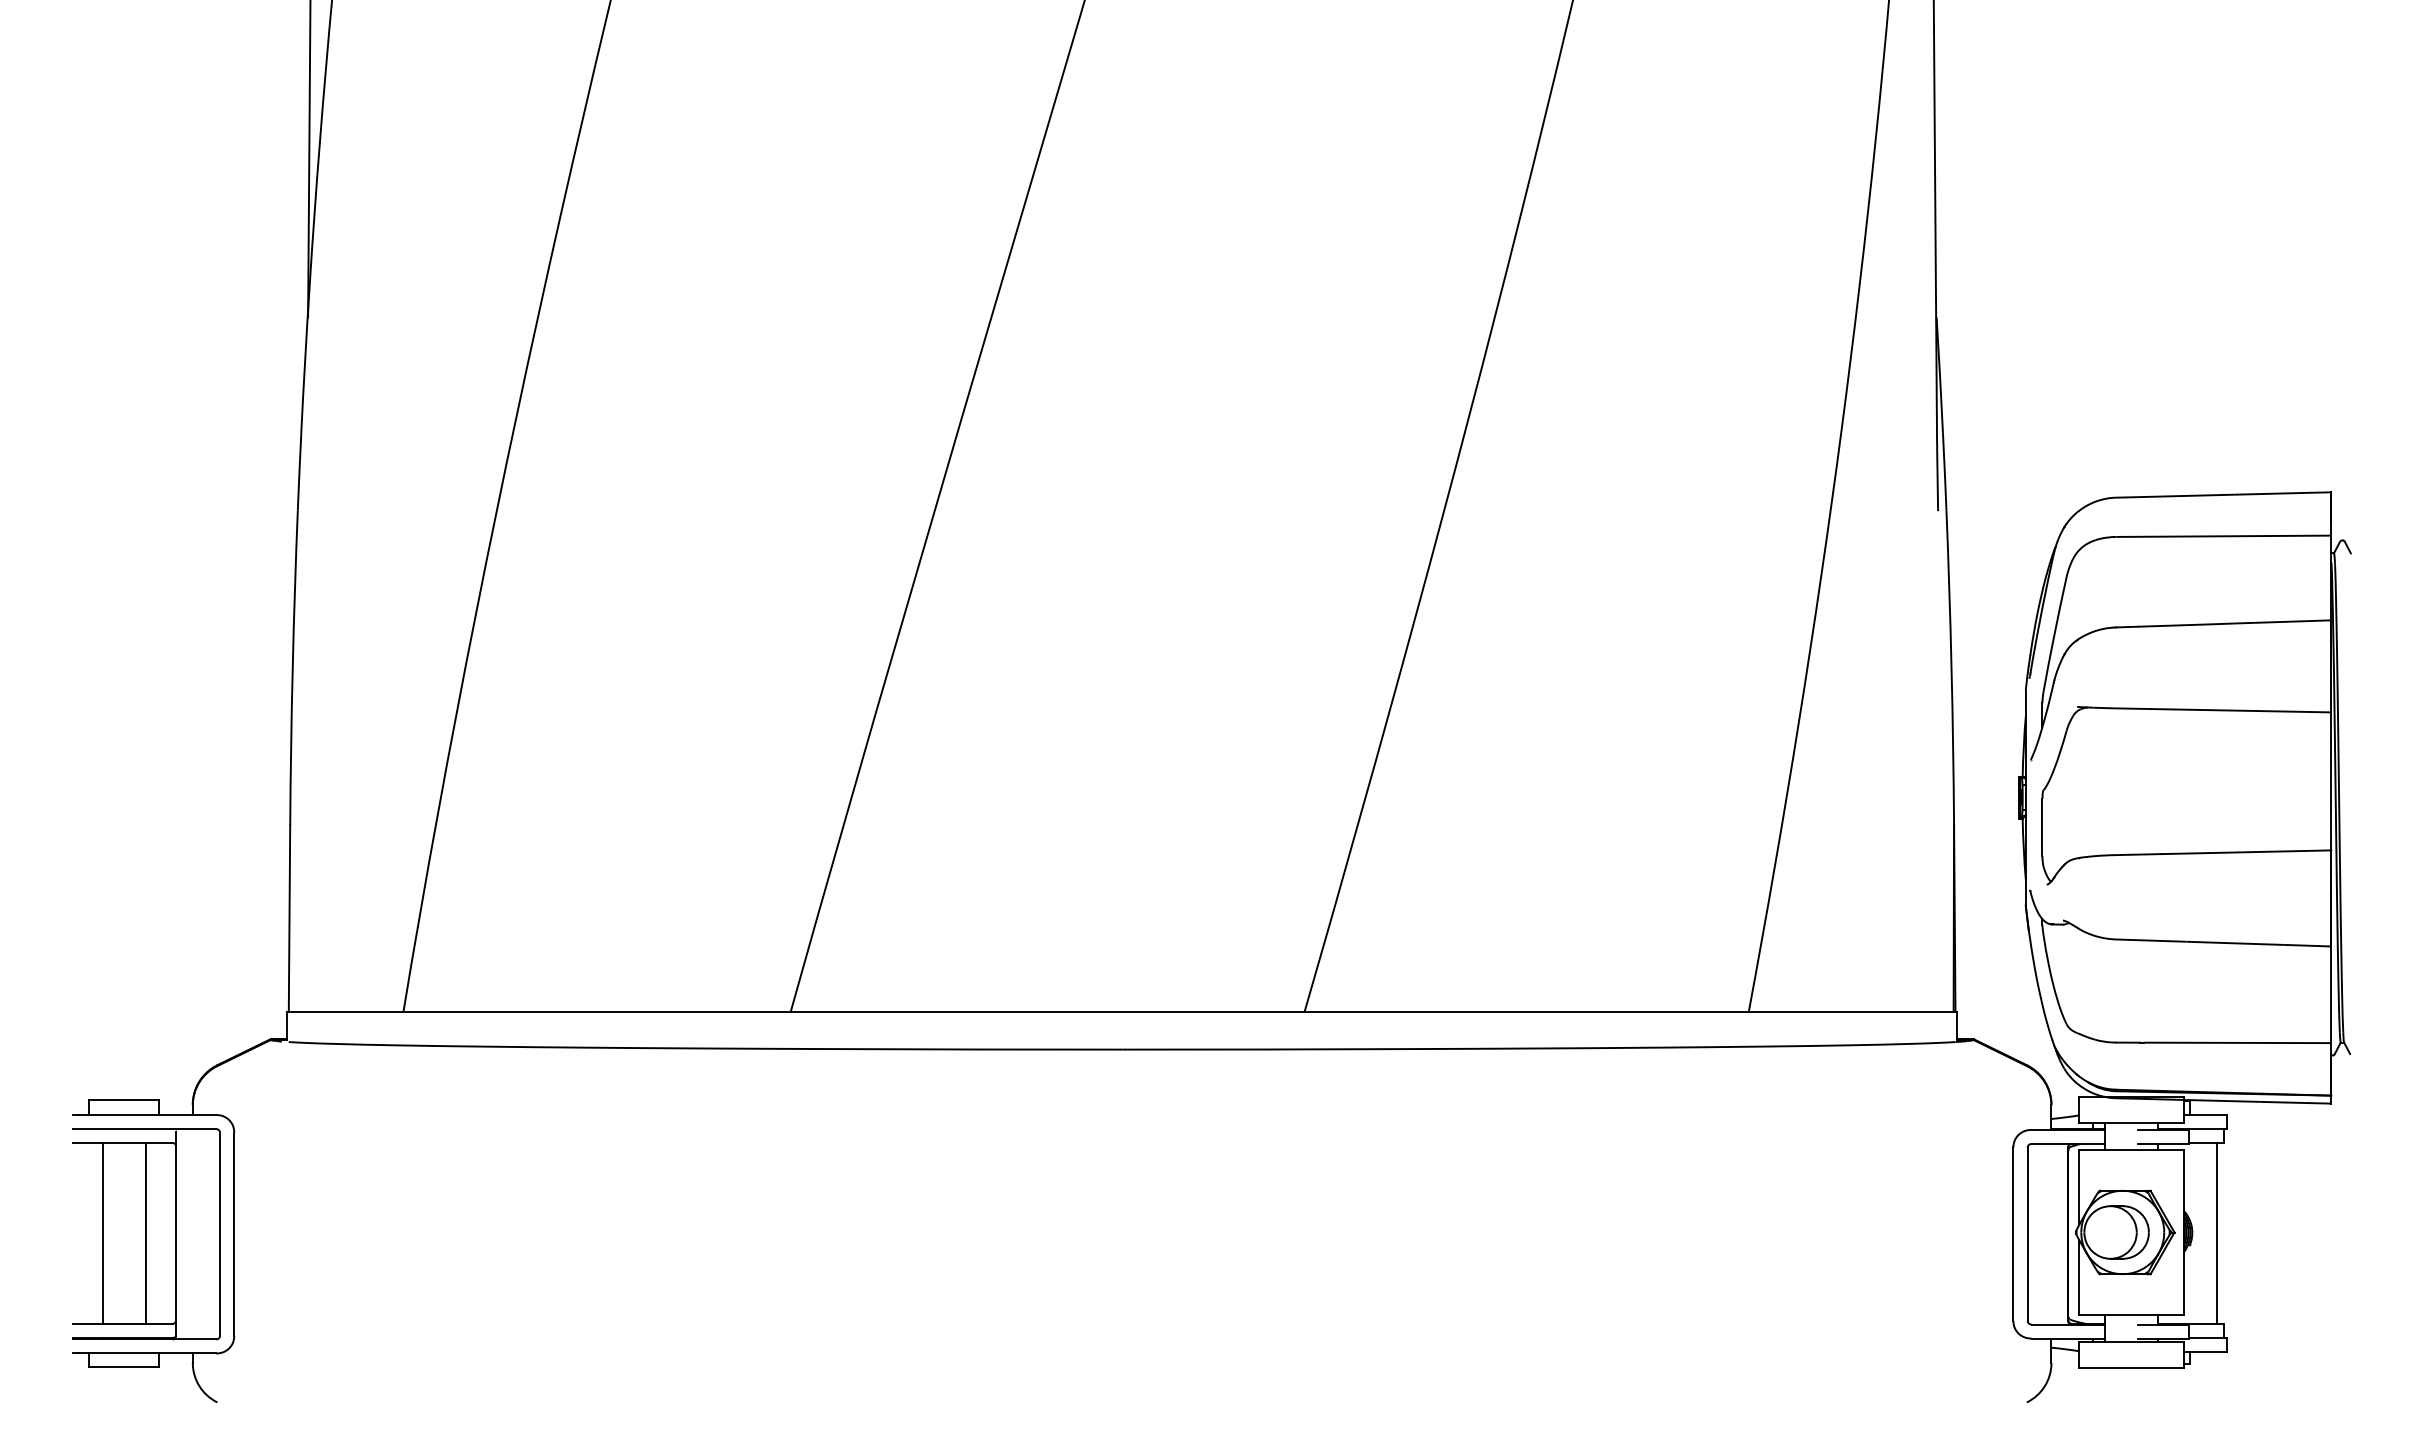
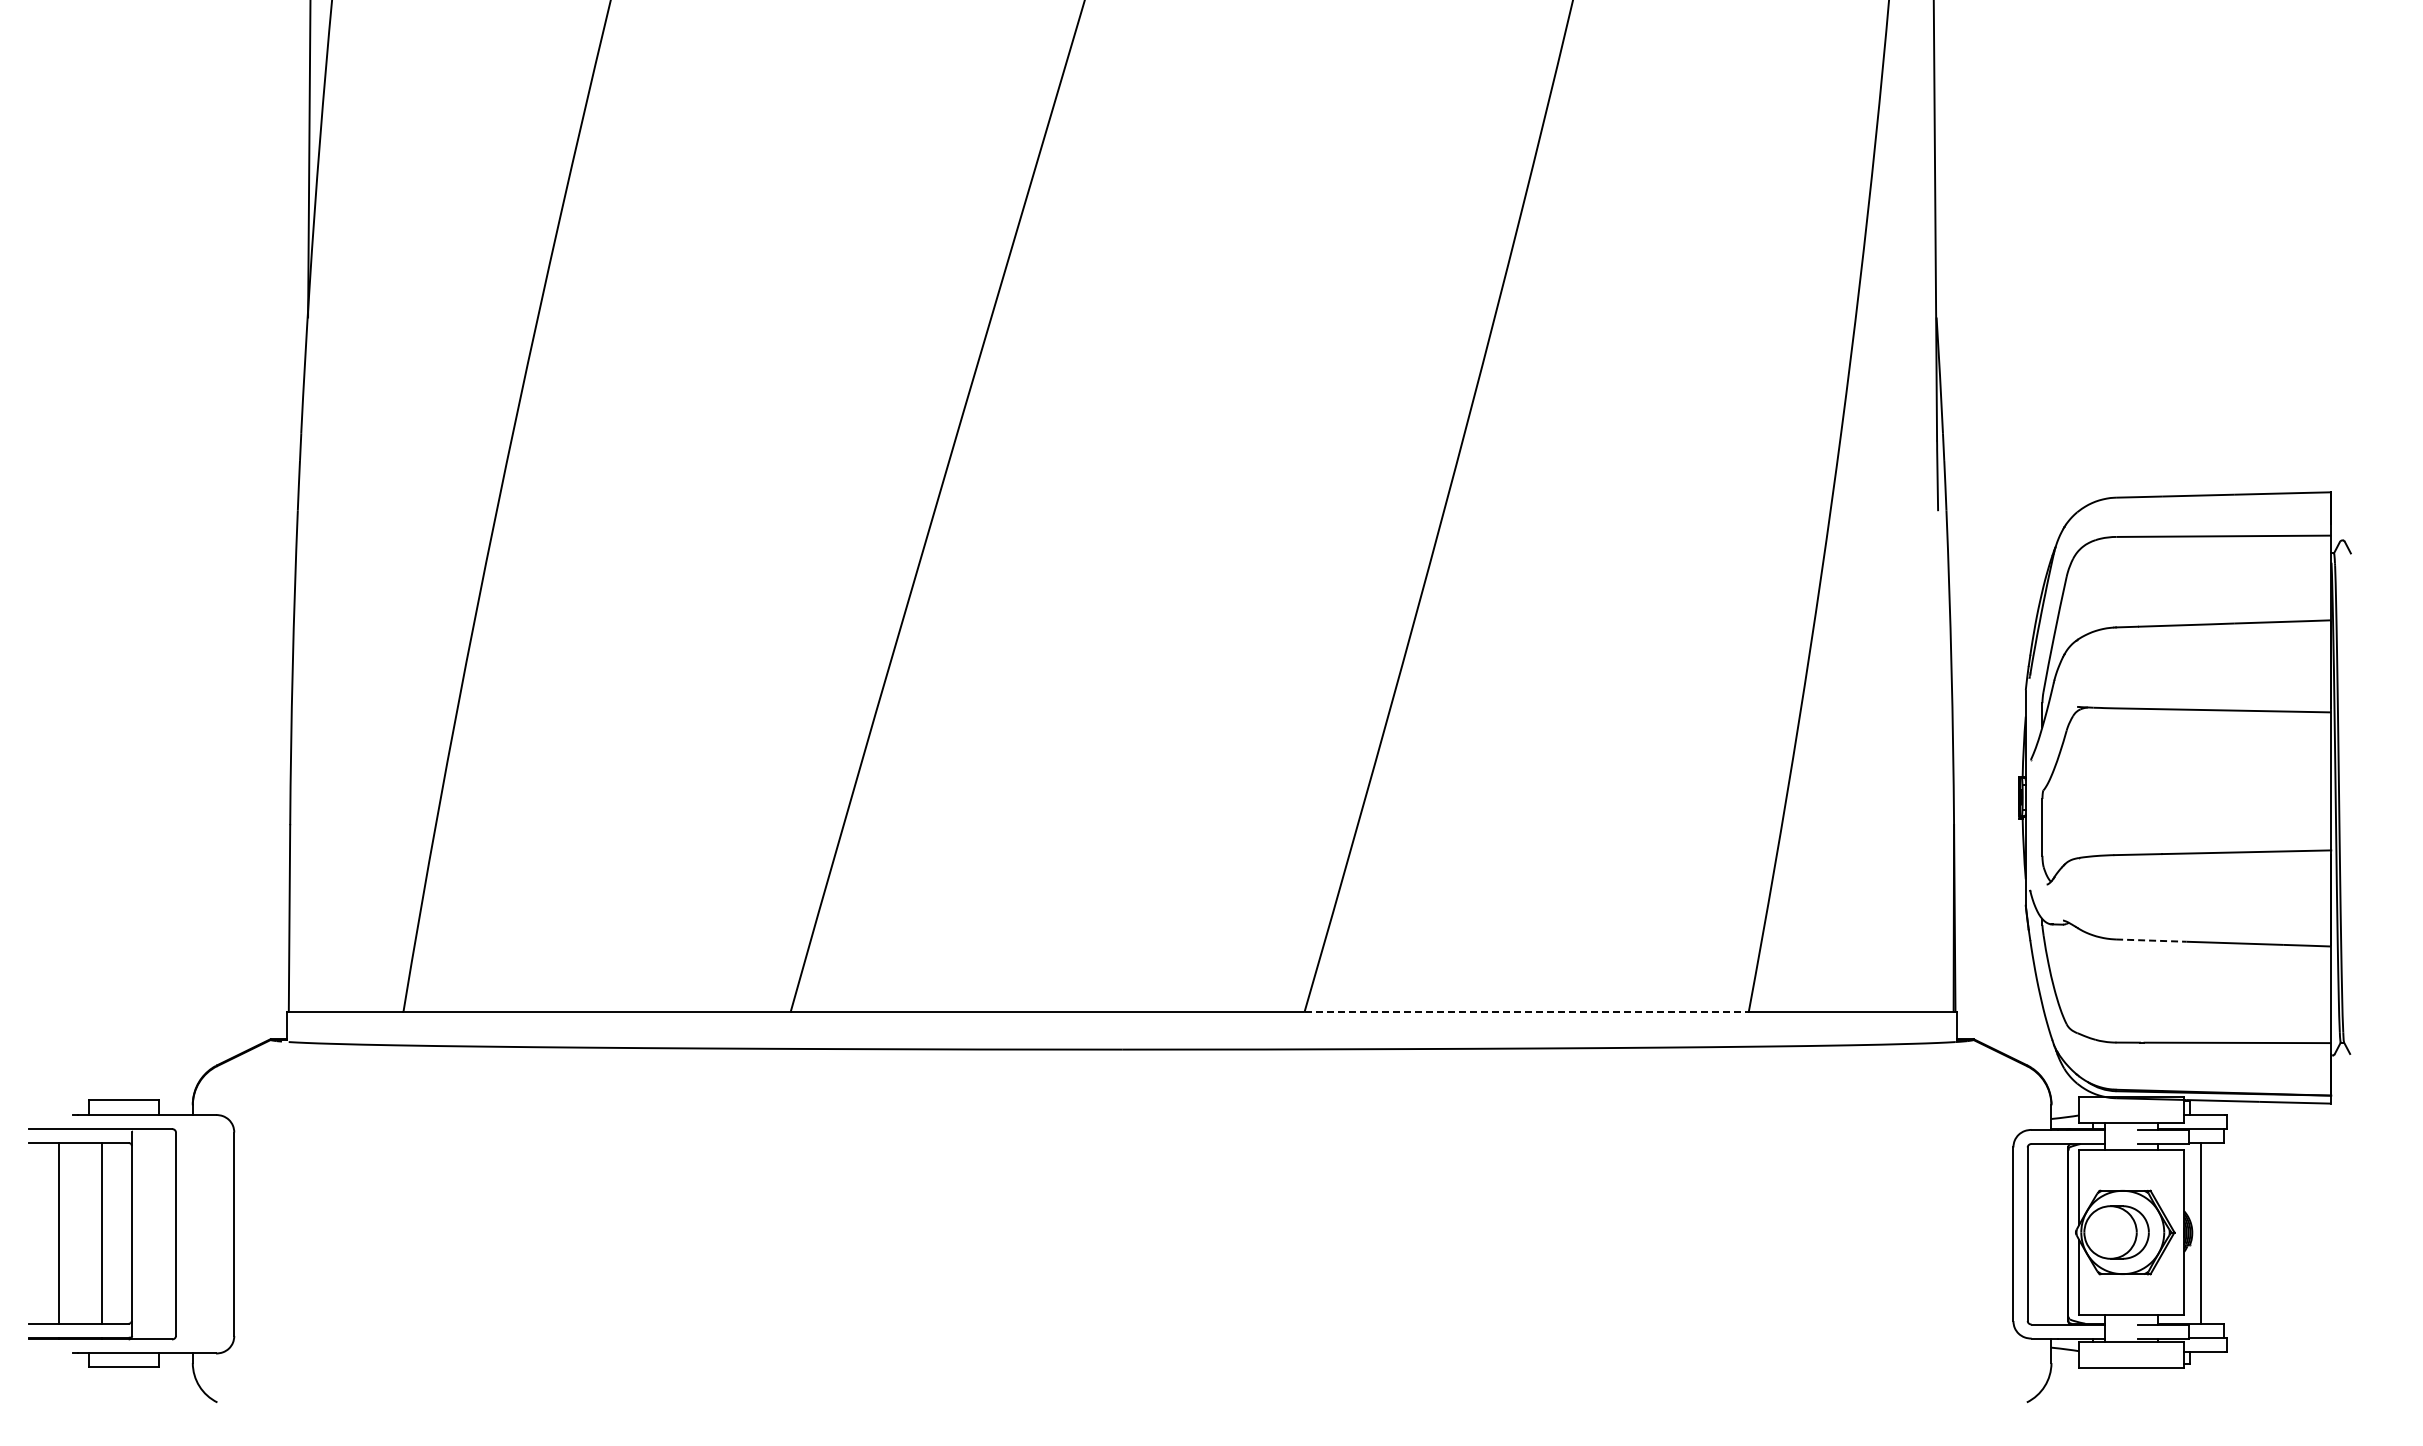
line at (2150, 940): solid -> dashed
line at (1526, 1011): solid -> dashed
line at (2216, 1233) position: (2216, 1233) -> (2200, 1233)
part at (146, 1234) position: (146, 1234) -> (102, 1234)
